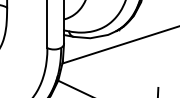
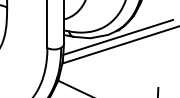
line at (118, 36): none -> present
